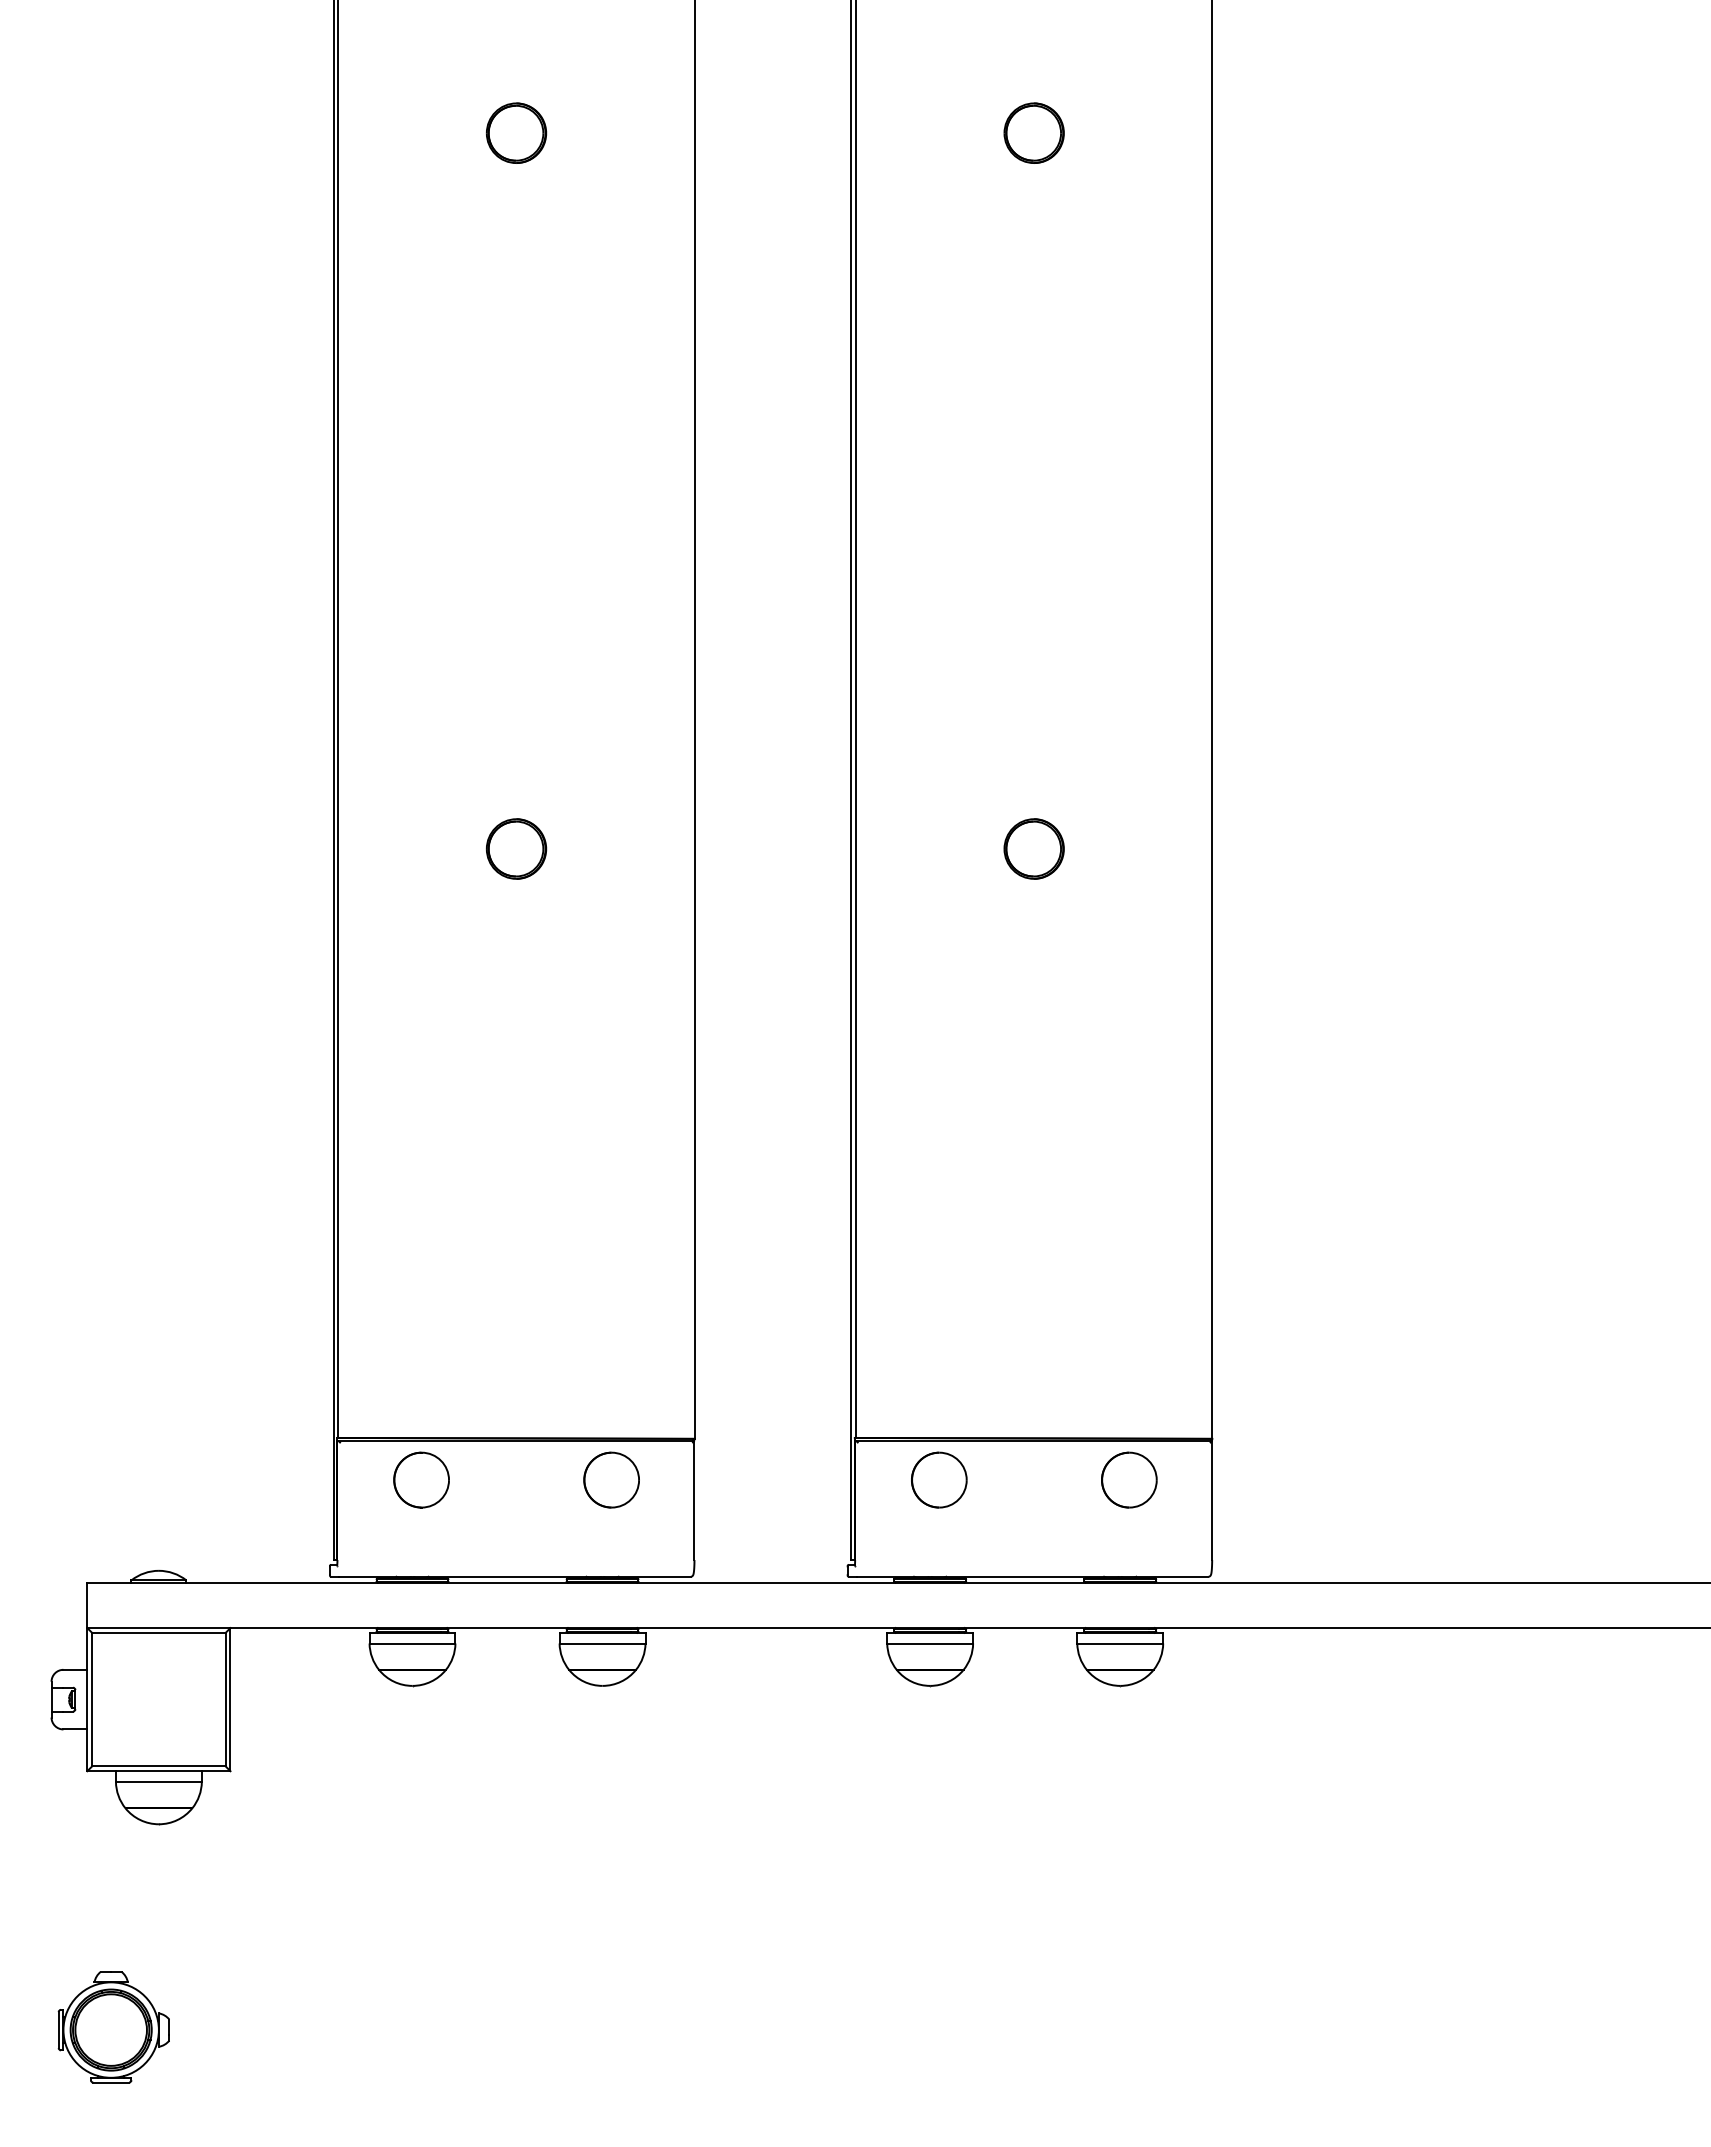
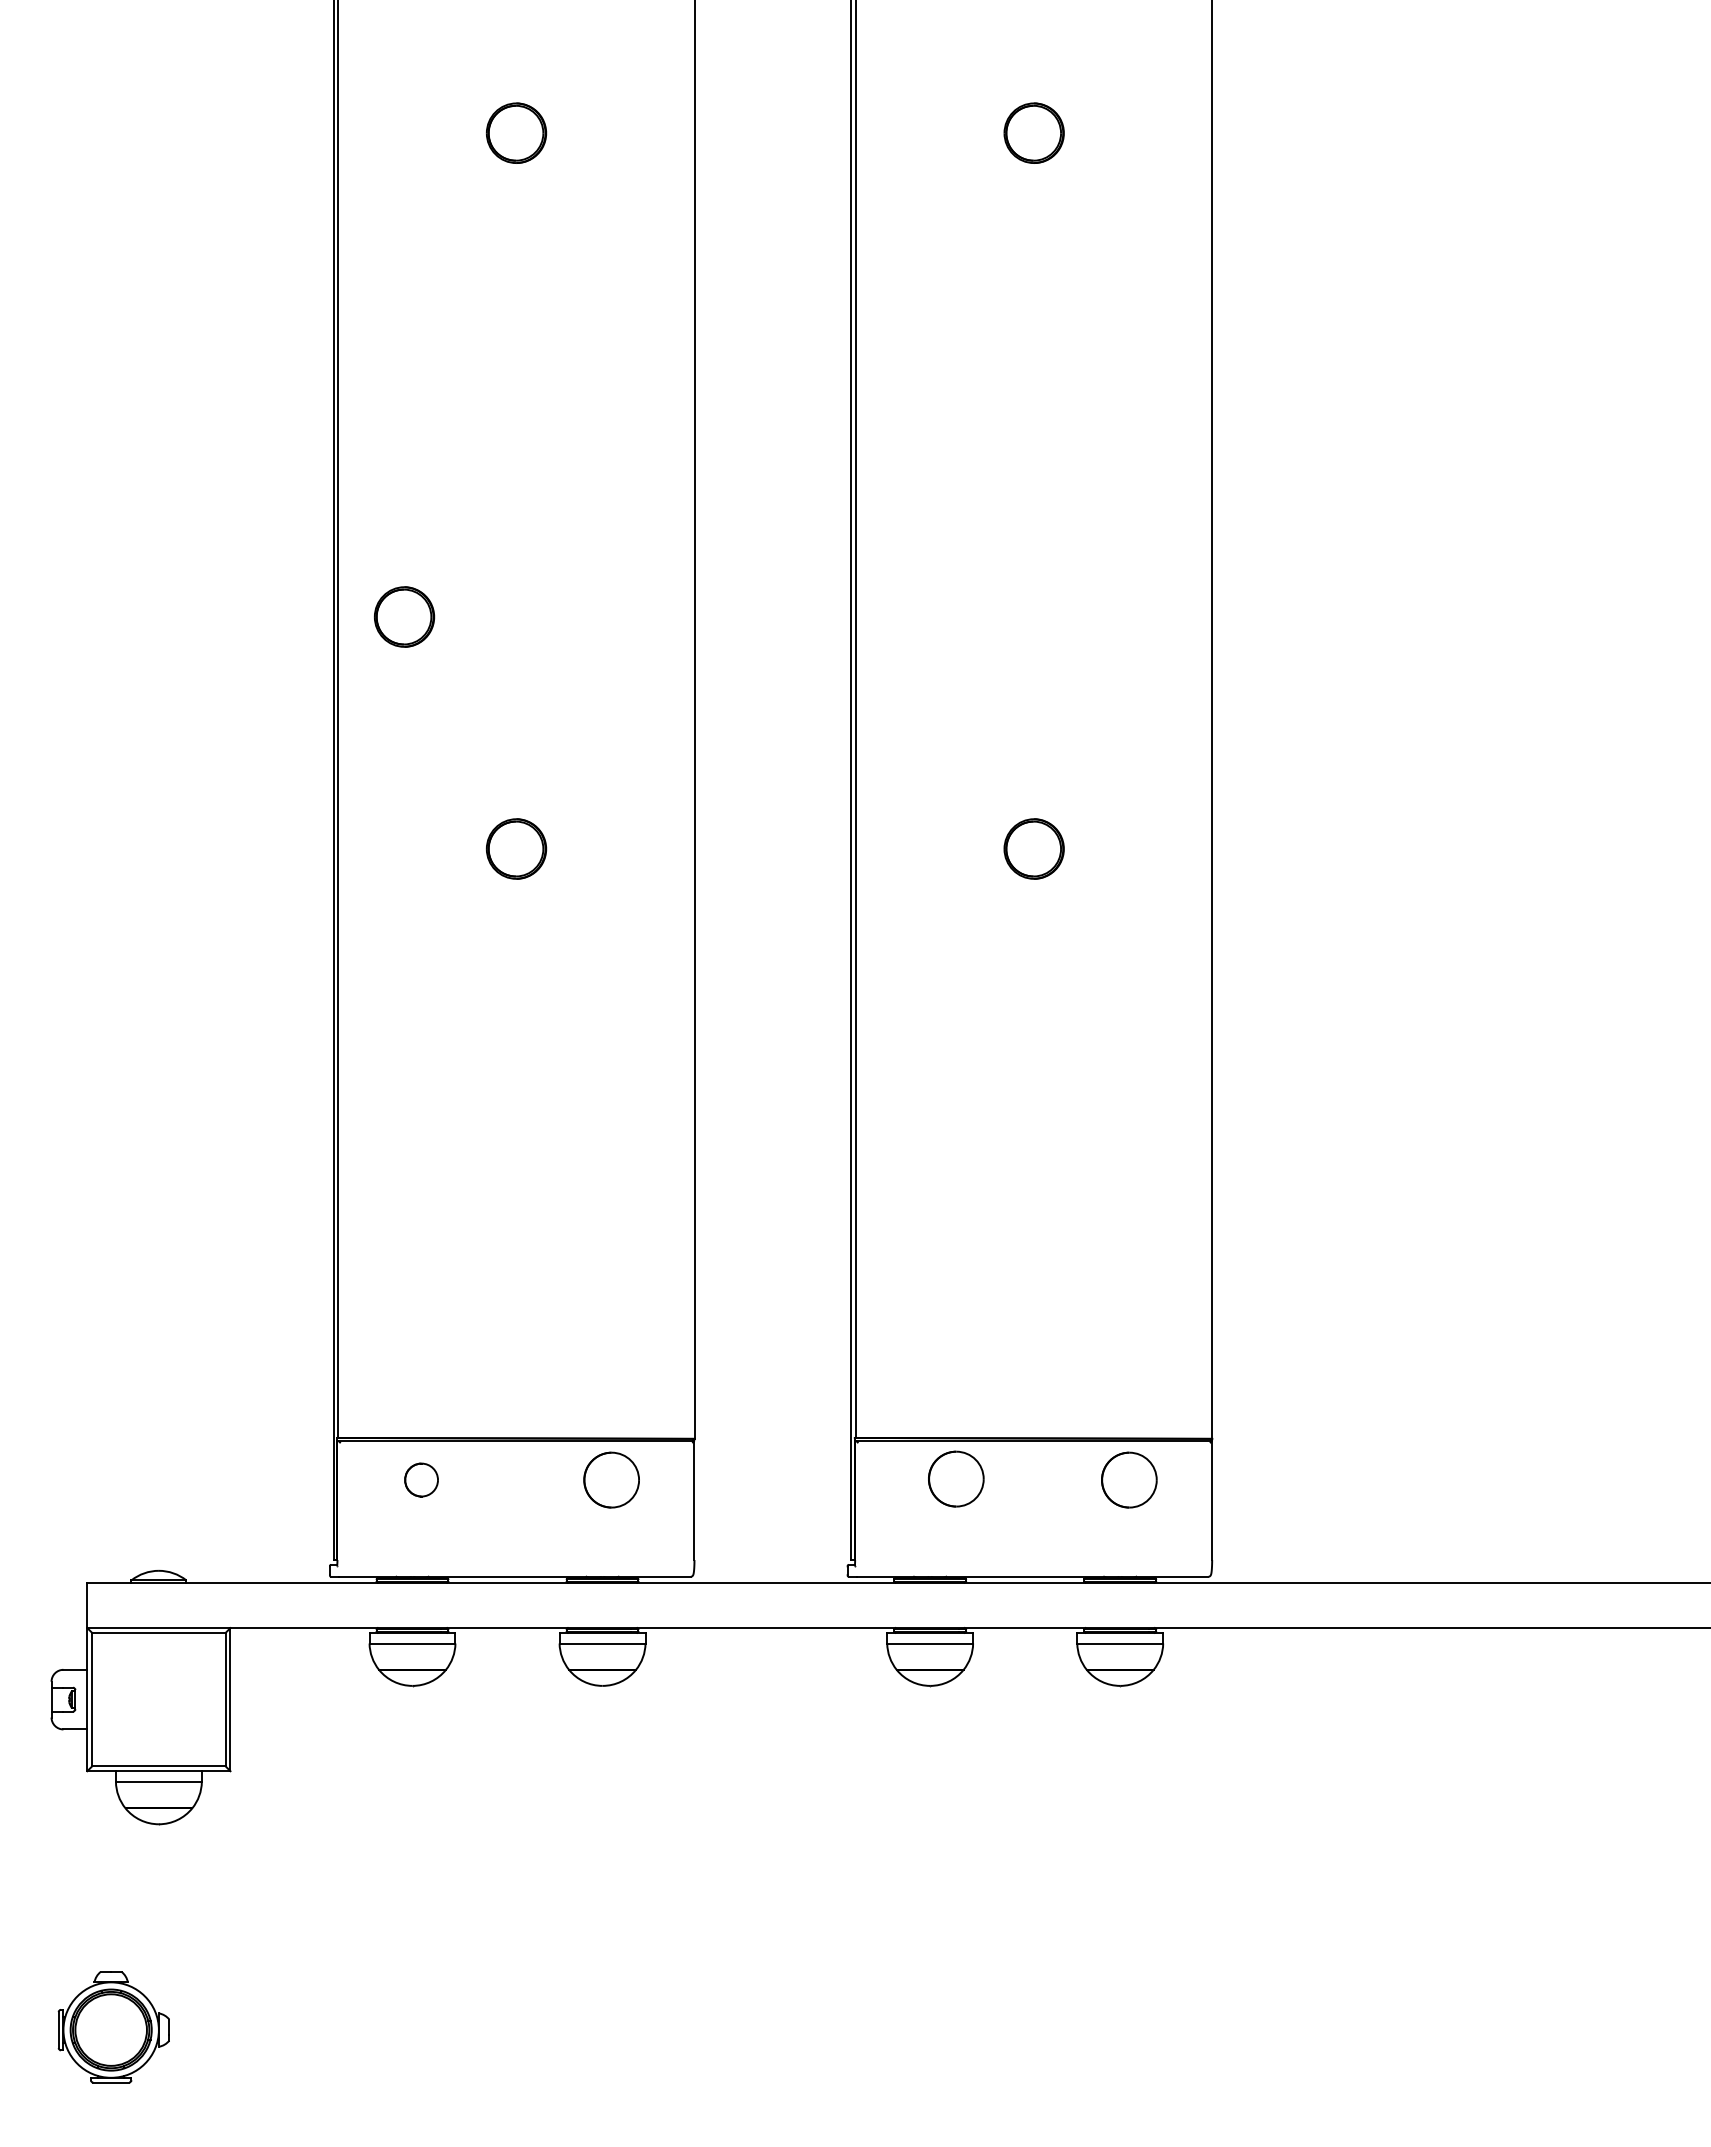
part at (404, 616): none -> present
part at (421, 1479) size: 57x58 px -> 35x36 px
part at (939, 1479) position: (939, 1479) -> (956, 1478)
